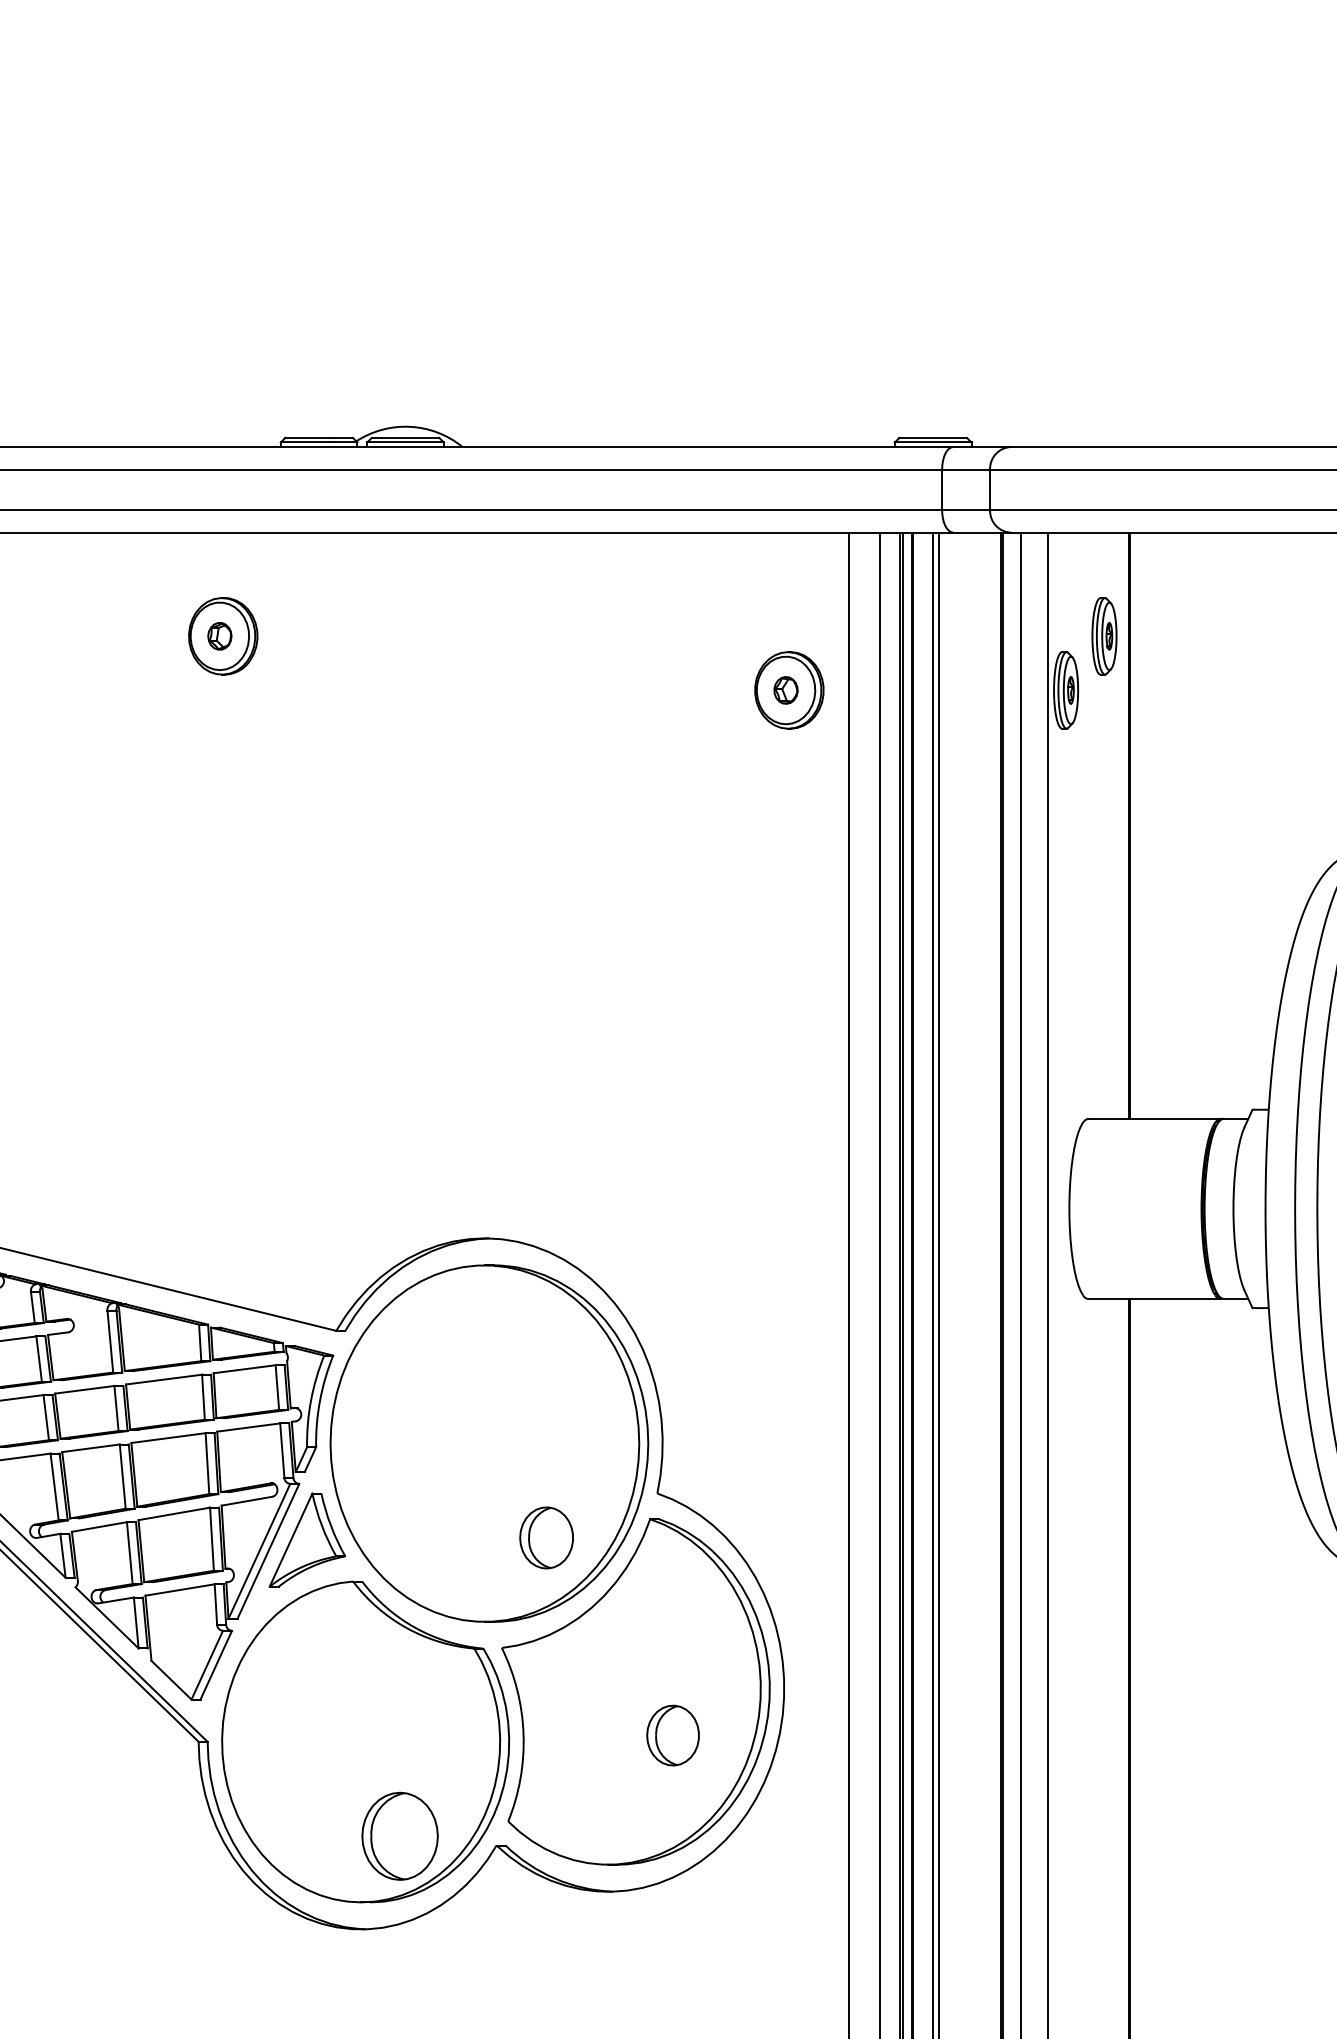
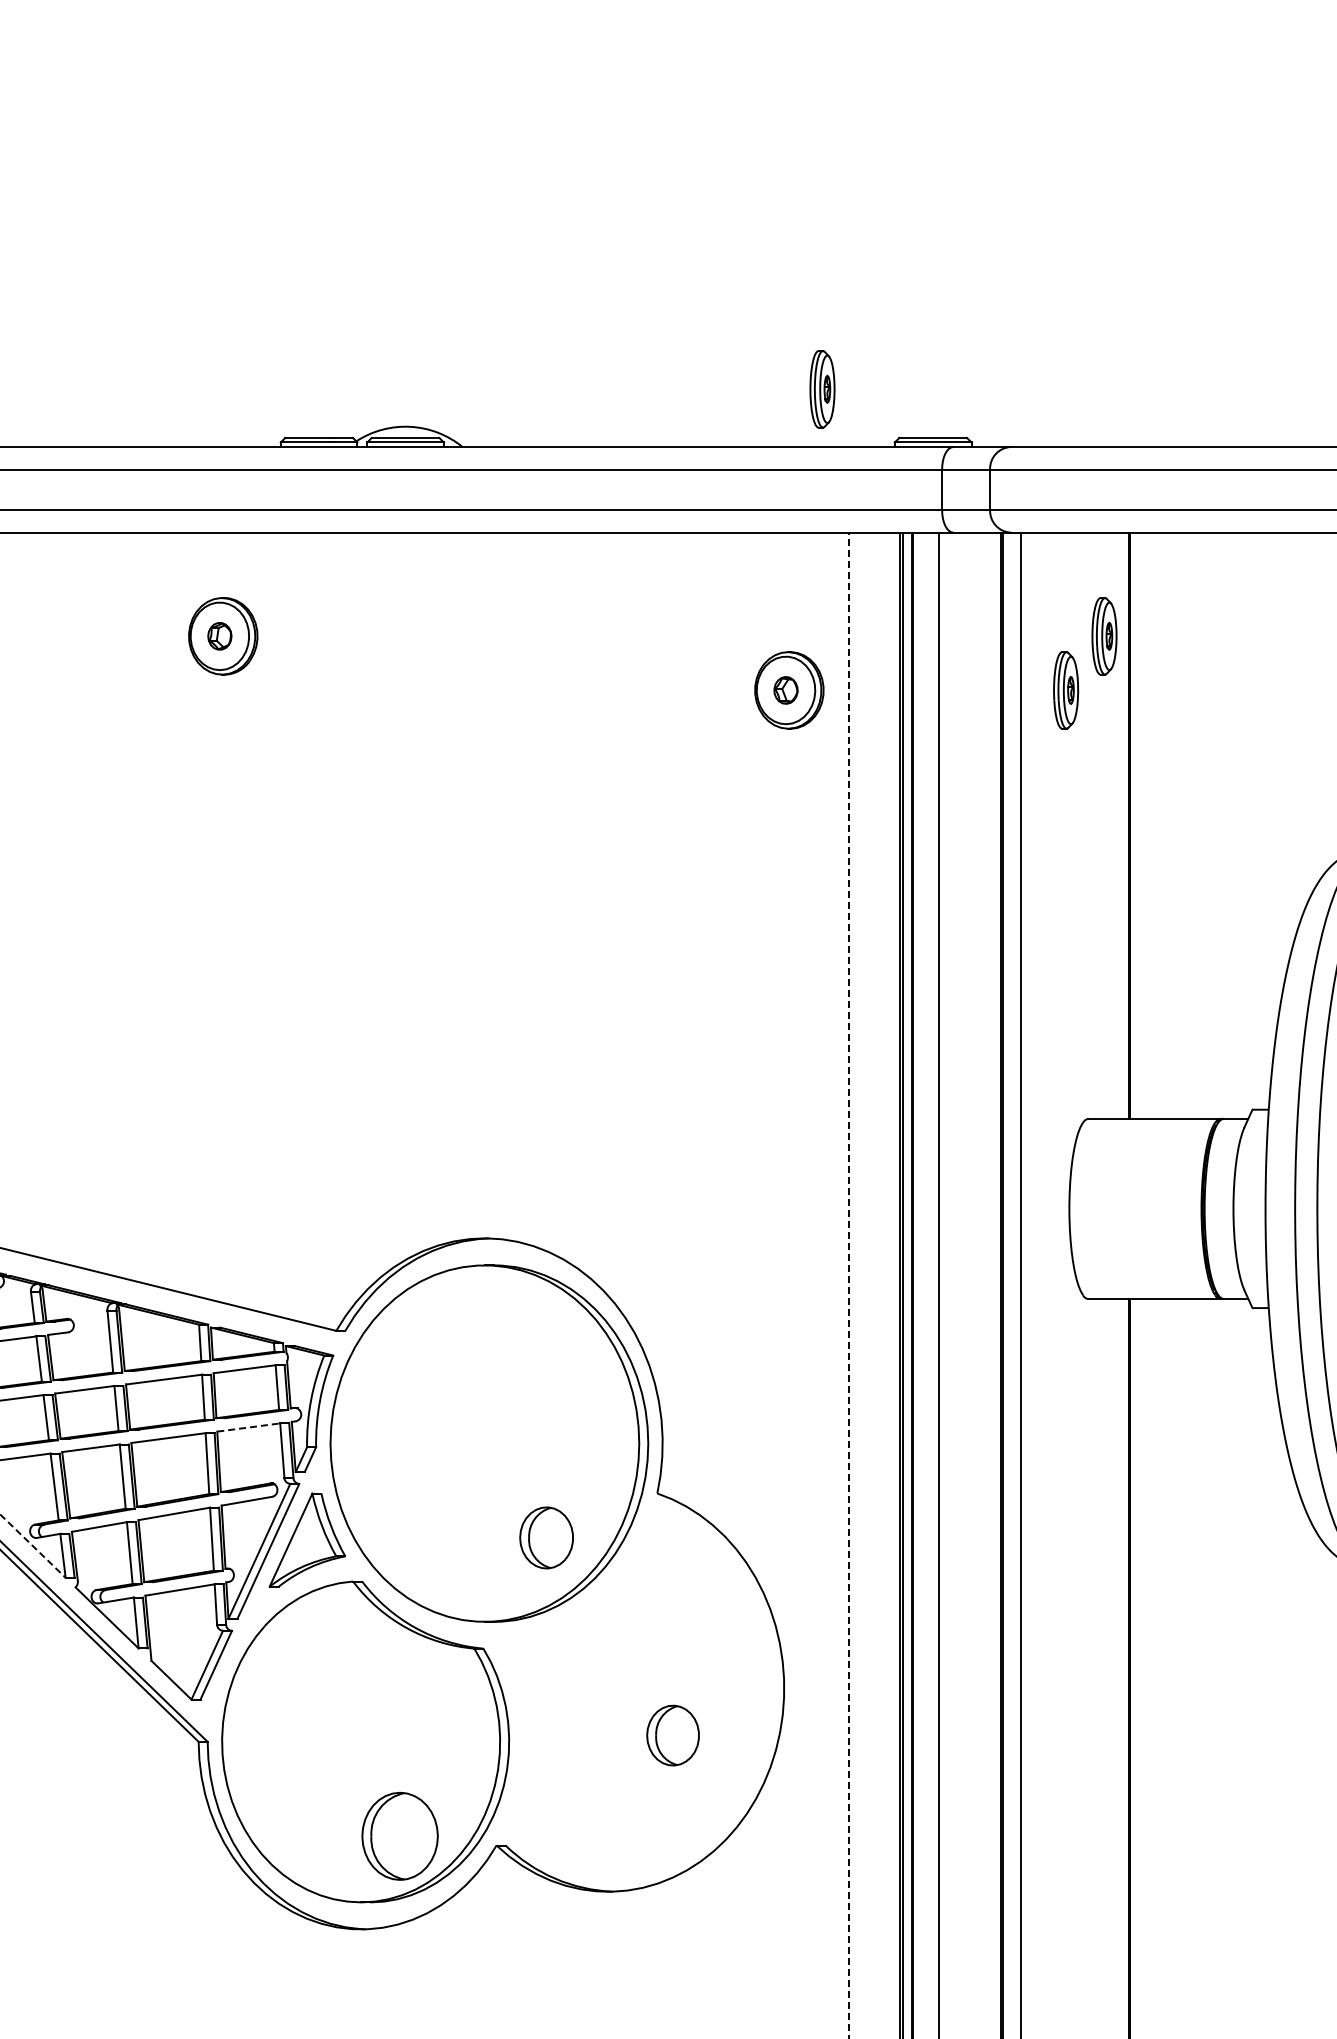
part at (822, 389): none -> present
line at (879, 1283): present -> none
line at (933, 1283): present -> none
line at (1047, 1283): present -> none
line at (849, 1285): solid -> dashed
line at (248, 1427): solid -> dashed
line at (33, 1546): solid -> dashed
part at (635, 1691): present -> none
